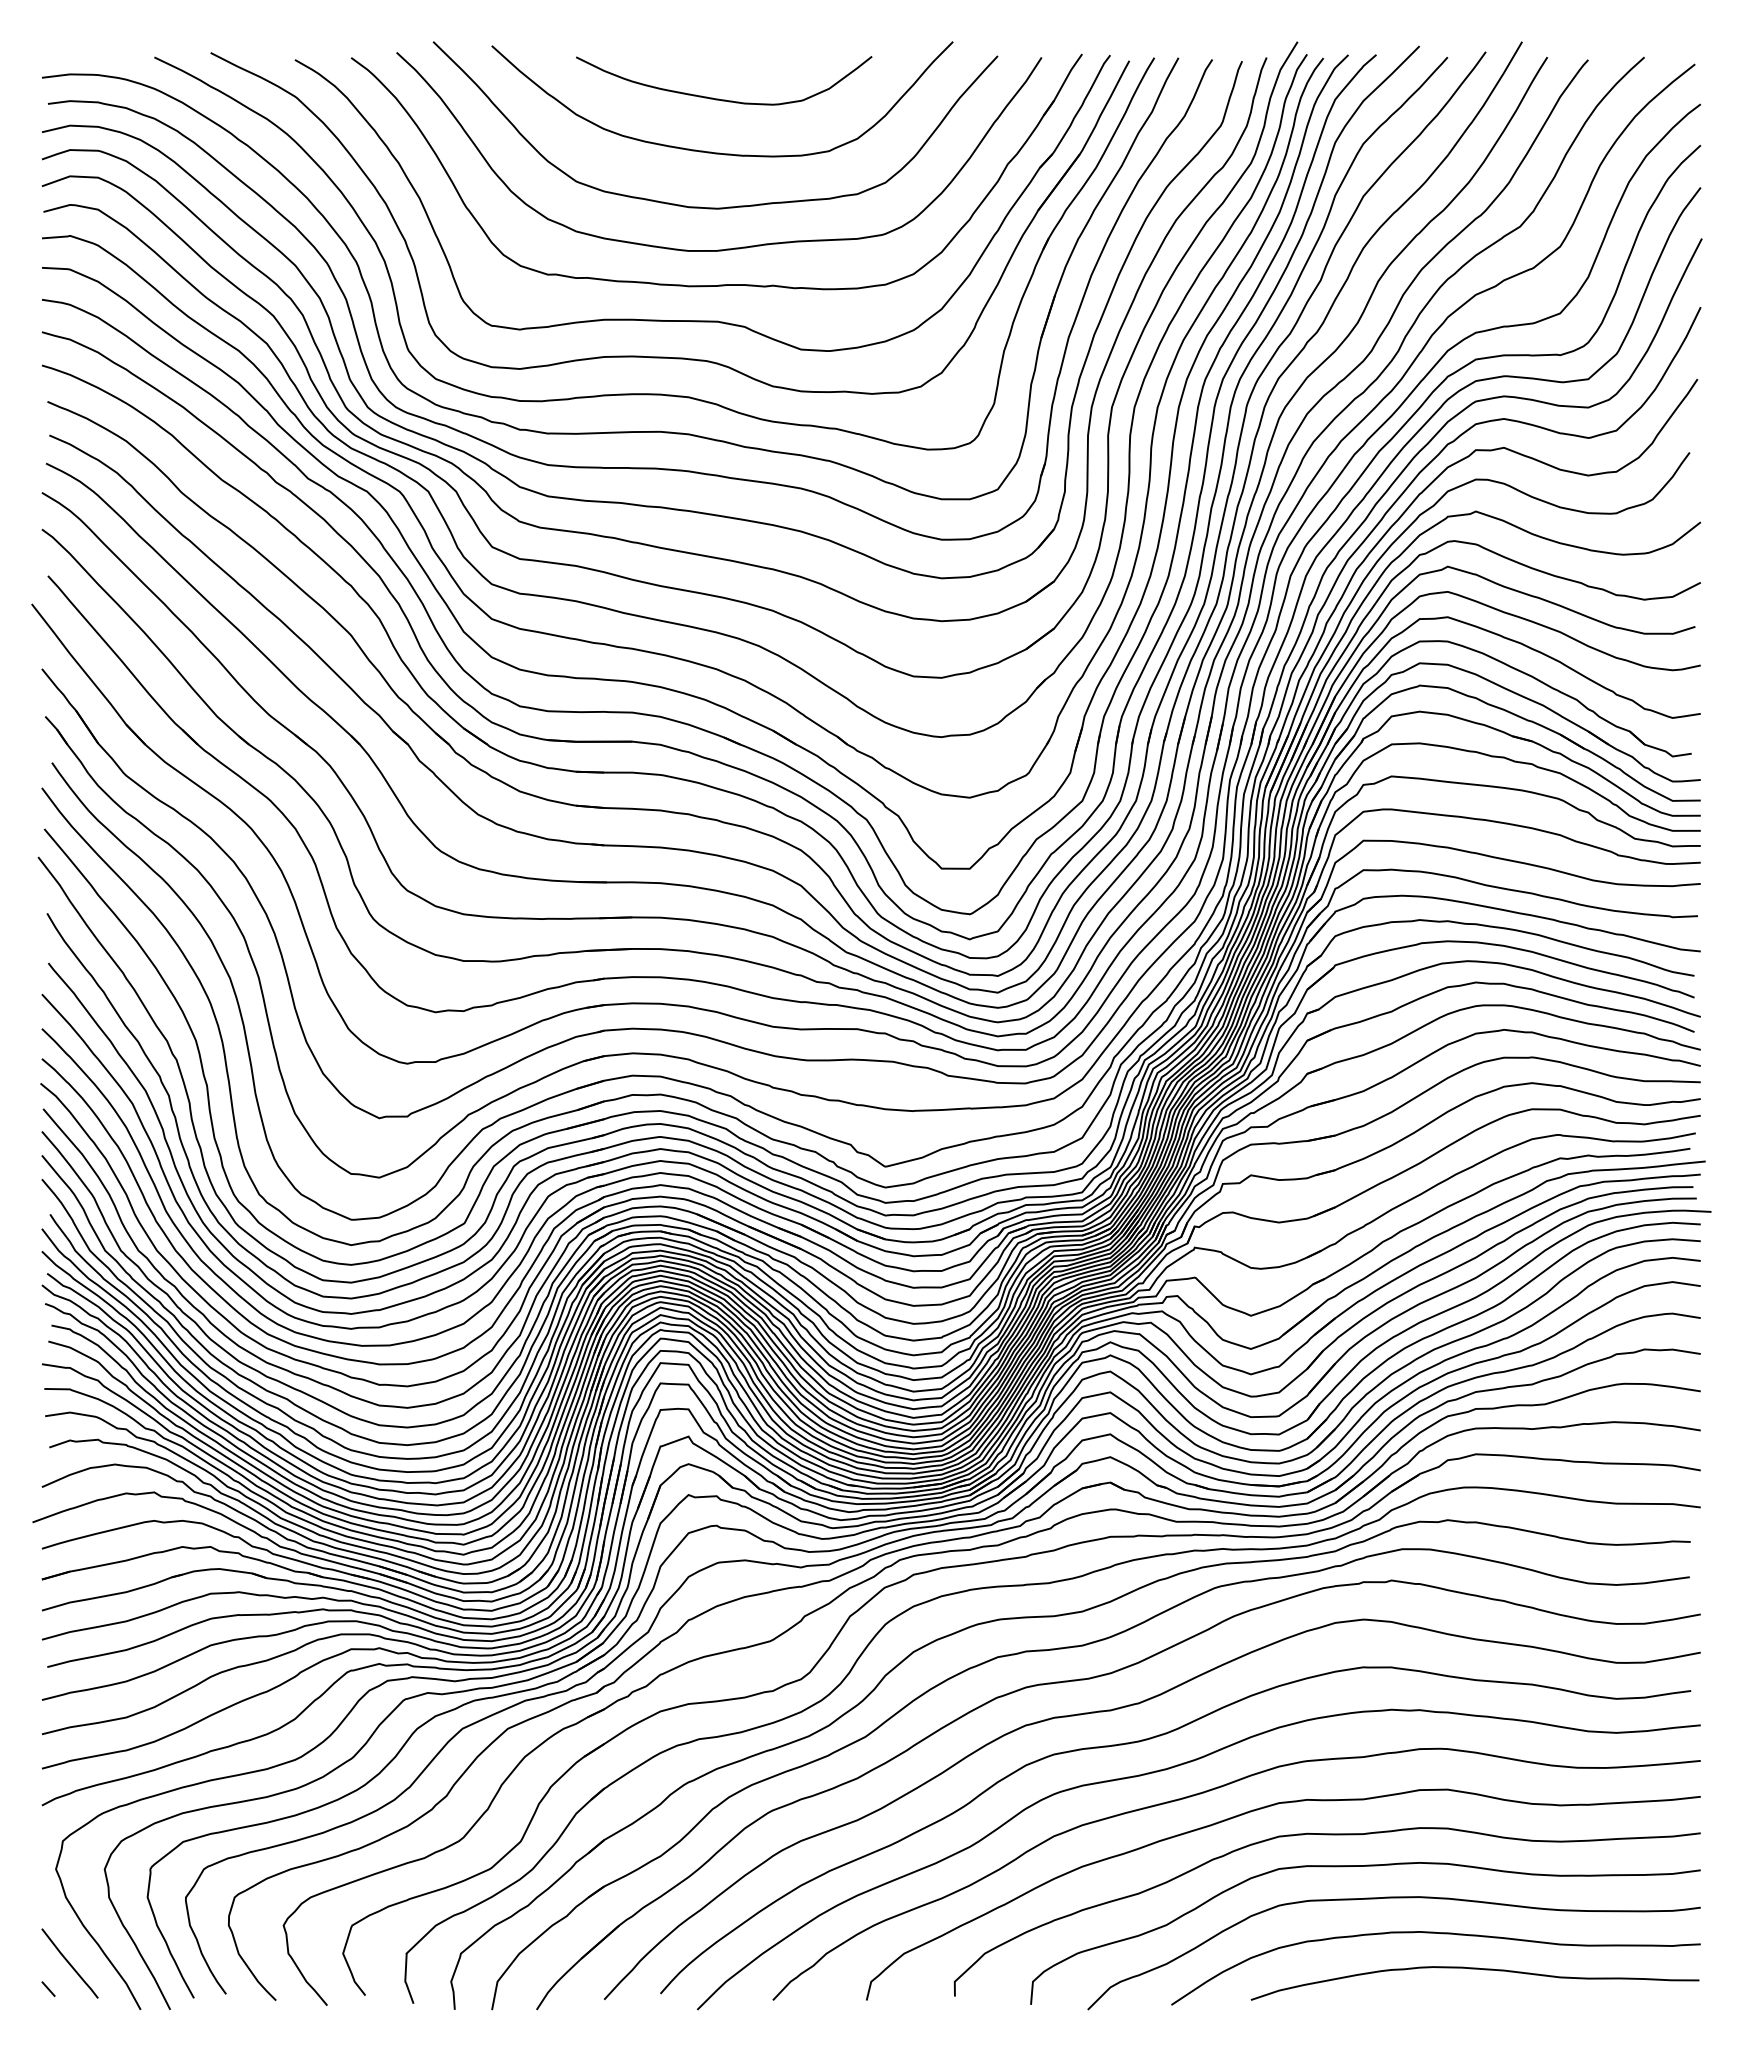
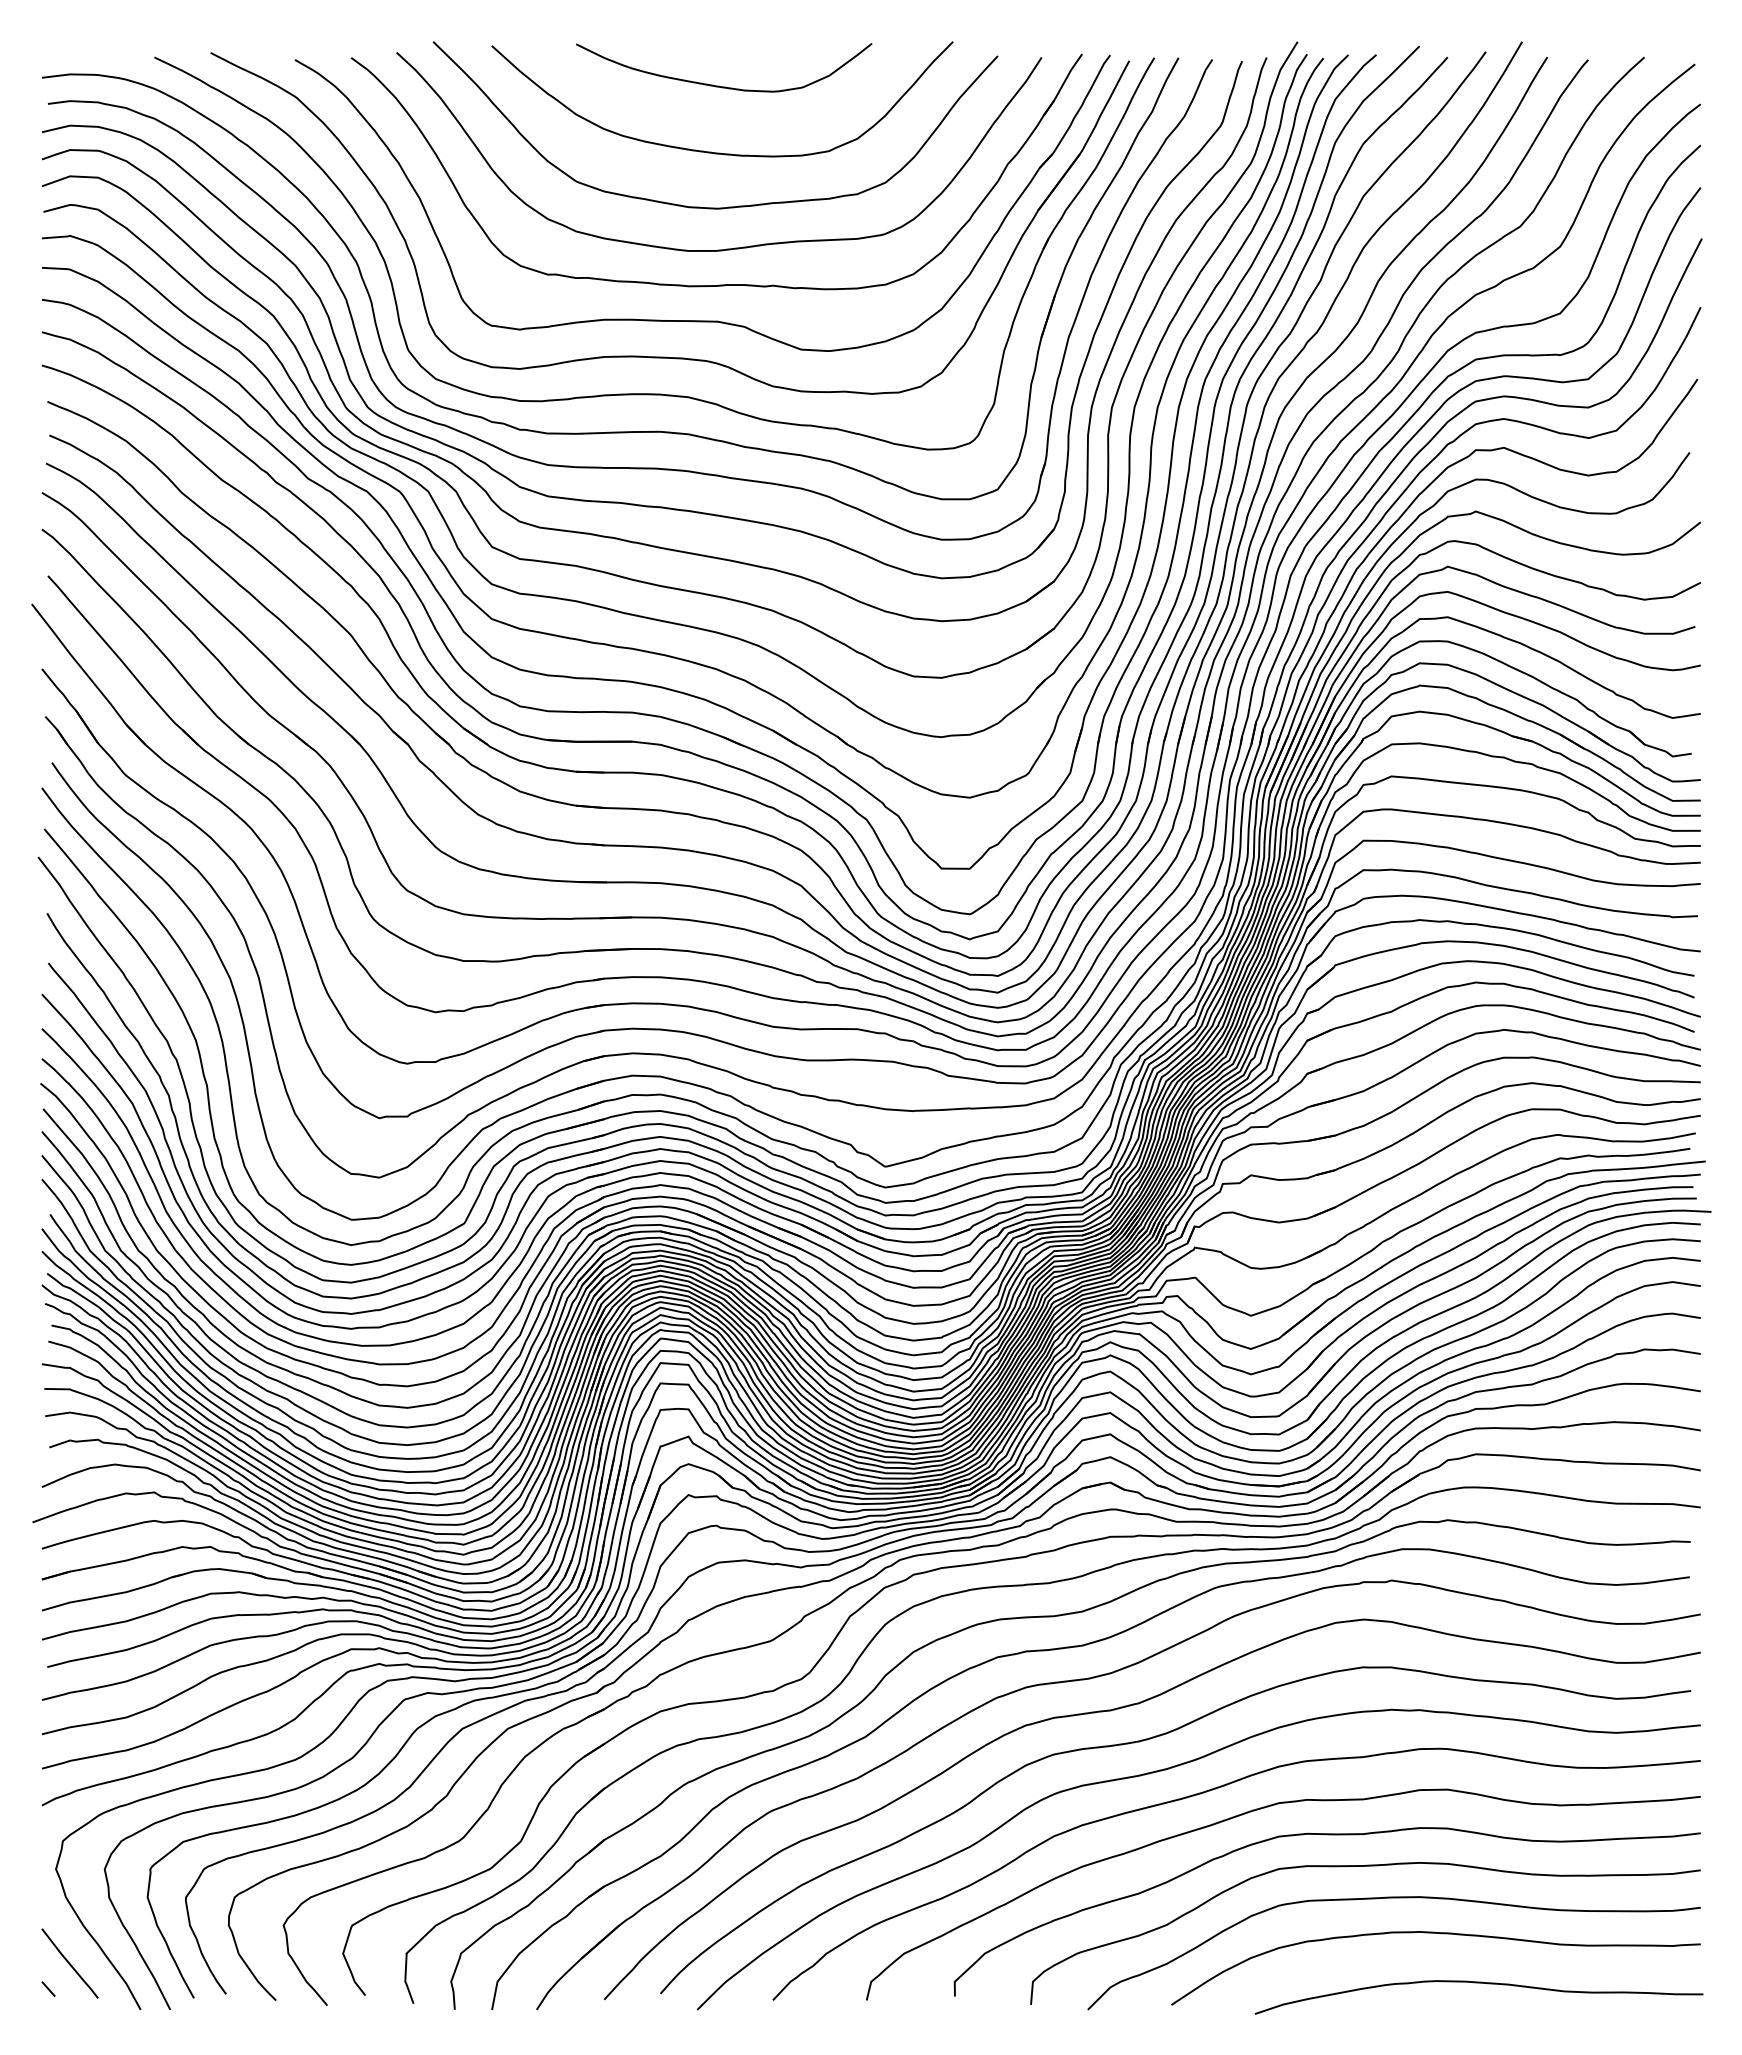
curve at (719, 98) position: (719, 98) -> (719, 85)
curve at (1474, 1969) position: (1474, 1969) -> (1478, 1983)
